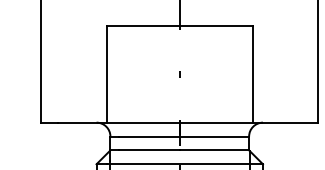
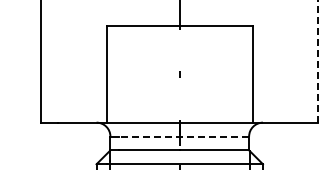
line at (318, 60): solid -> dashed
line at (183, 136): solid -> dashed
